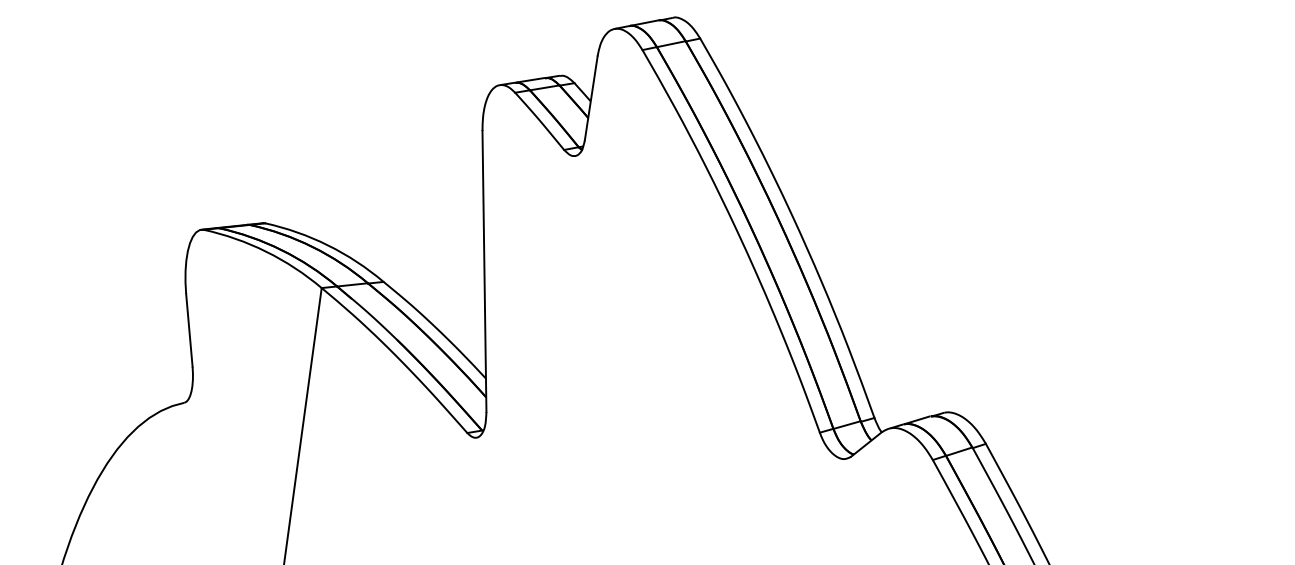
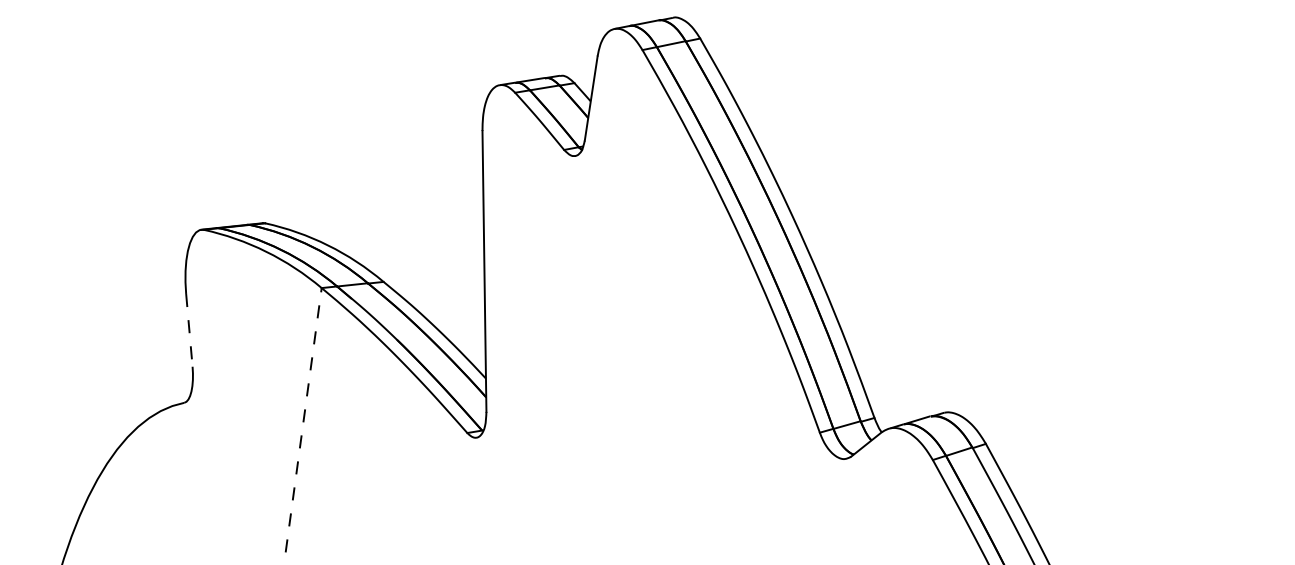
line at (189, 330): solid -> dashed
line at (302, 425): solid -> dashed
